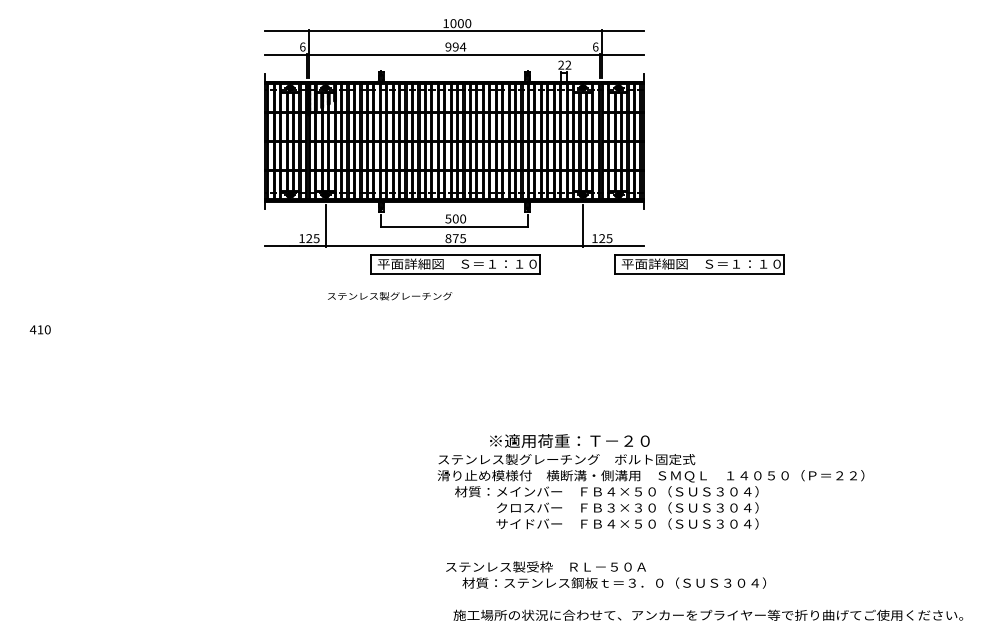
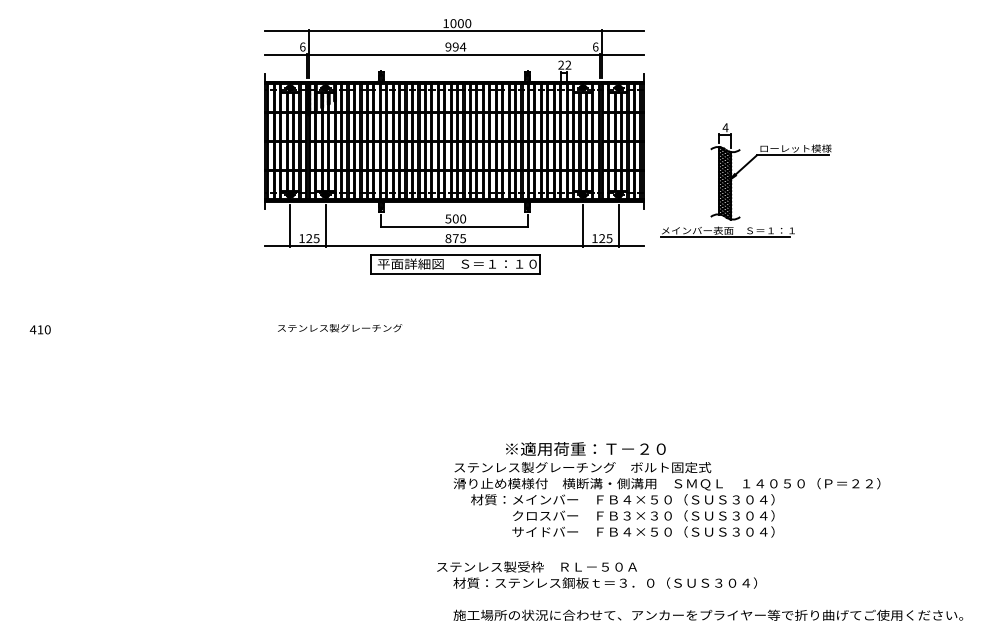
part at (737, 175): none -> present
line at (289, 226): none -> present
line at (619, 226): none -> present
part at (699, 264): present -> none
text at (390, 296) position: (390, 296) -> (340, 328)
text at (651, 481) position: (651, 481) -> (667, 489)
text at (605, 574) position: (605, 574) -> (596, 574)
